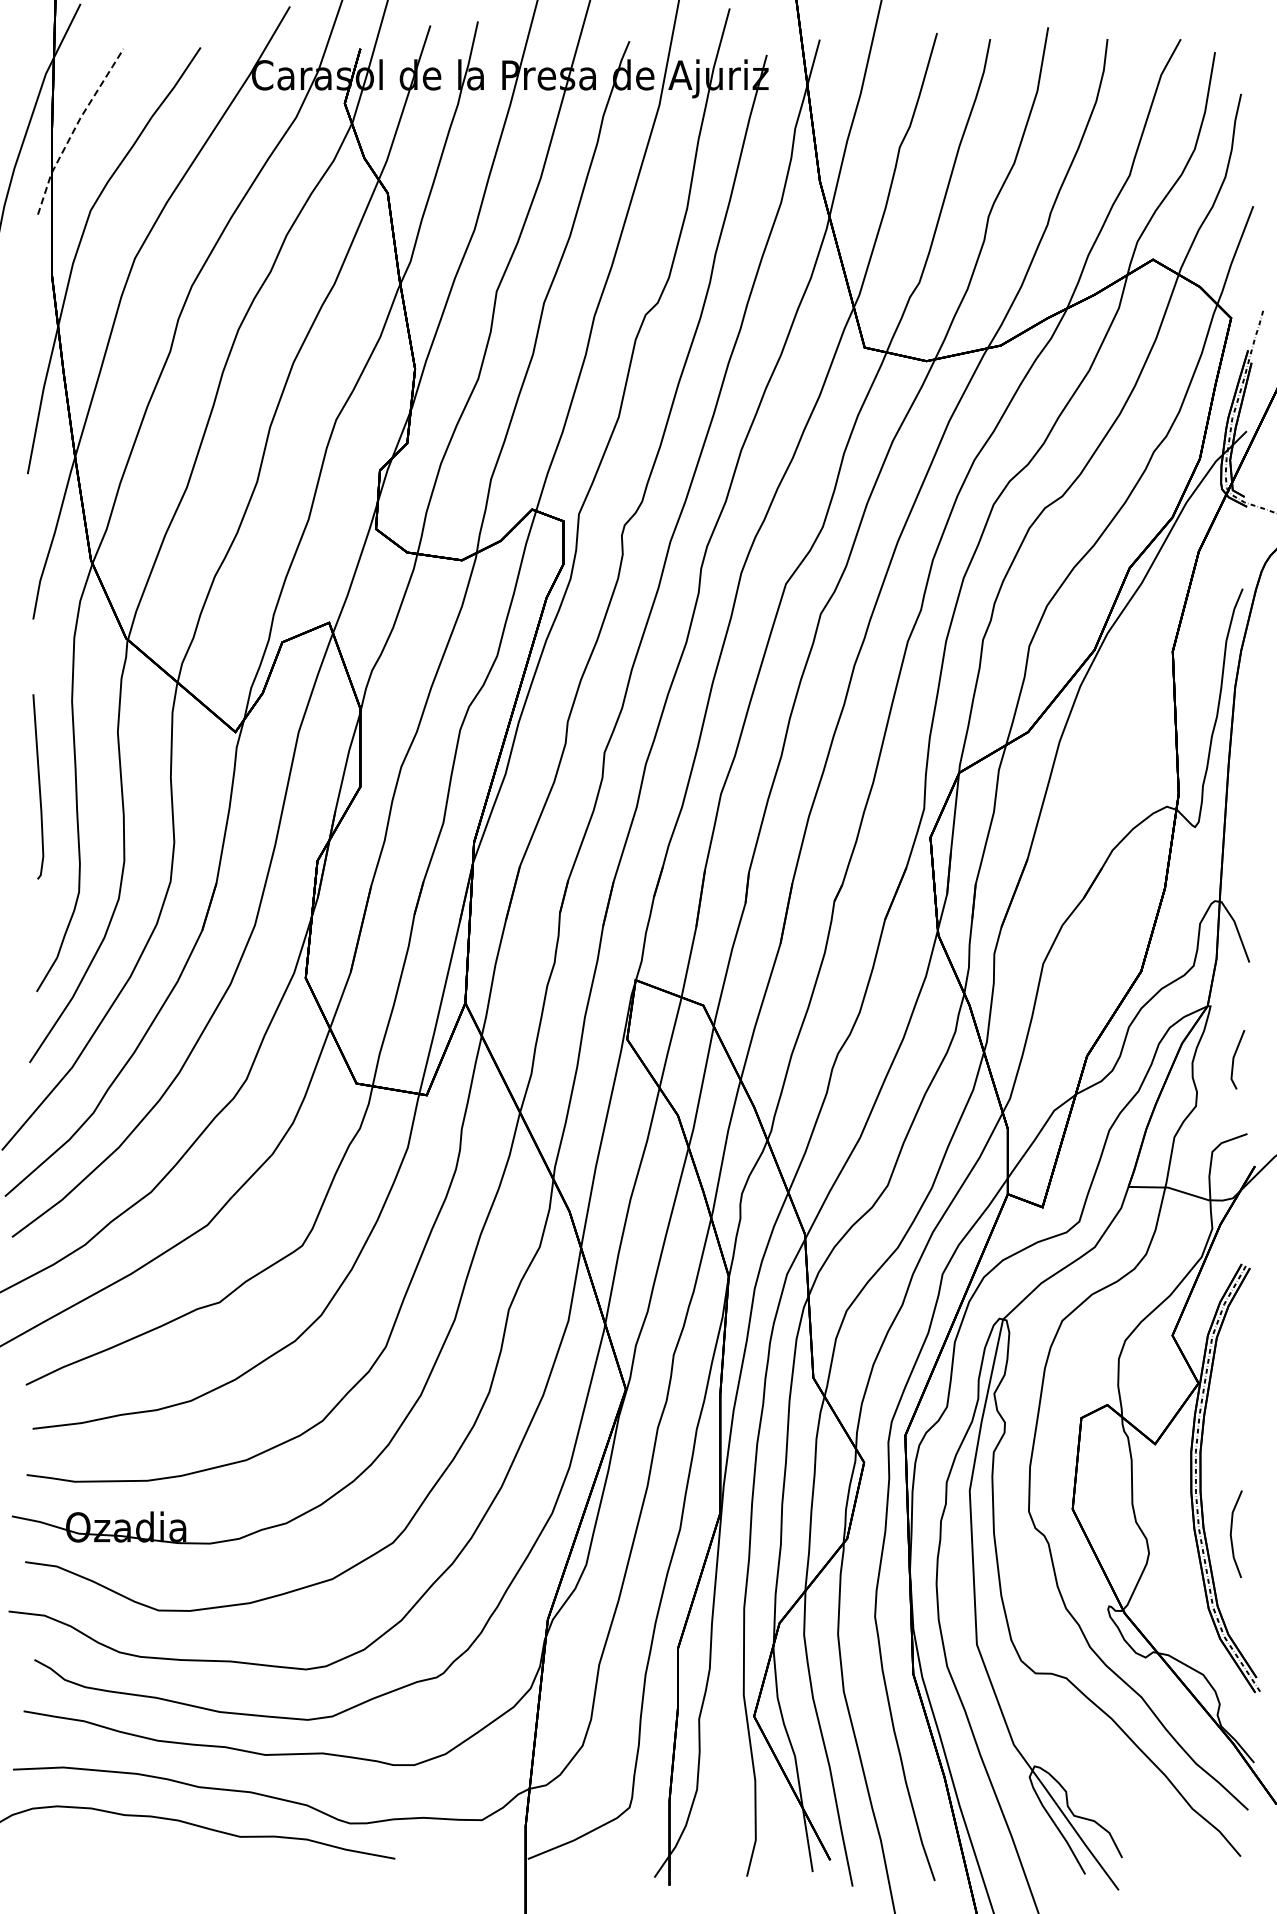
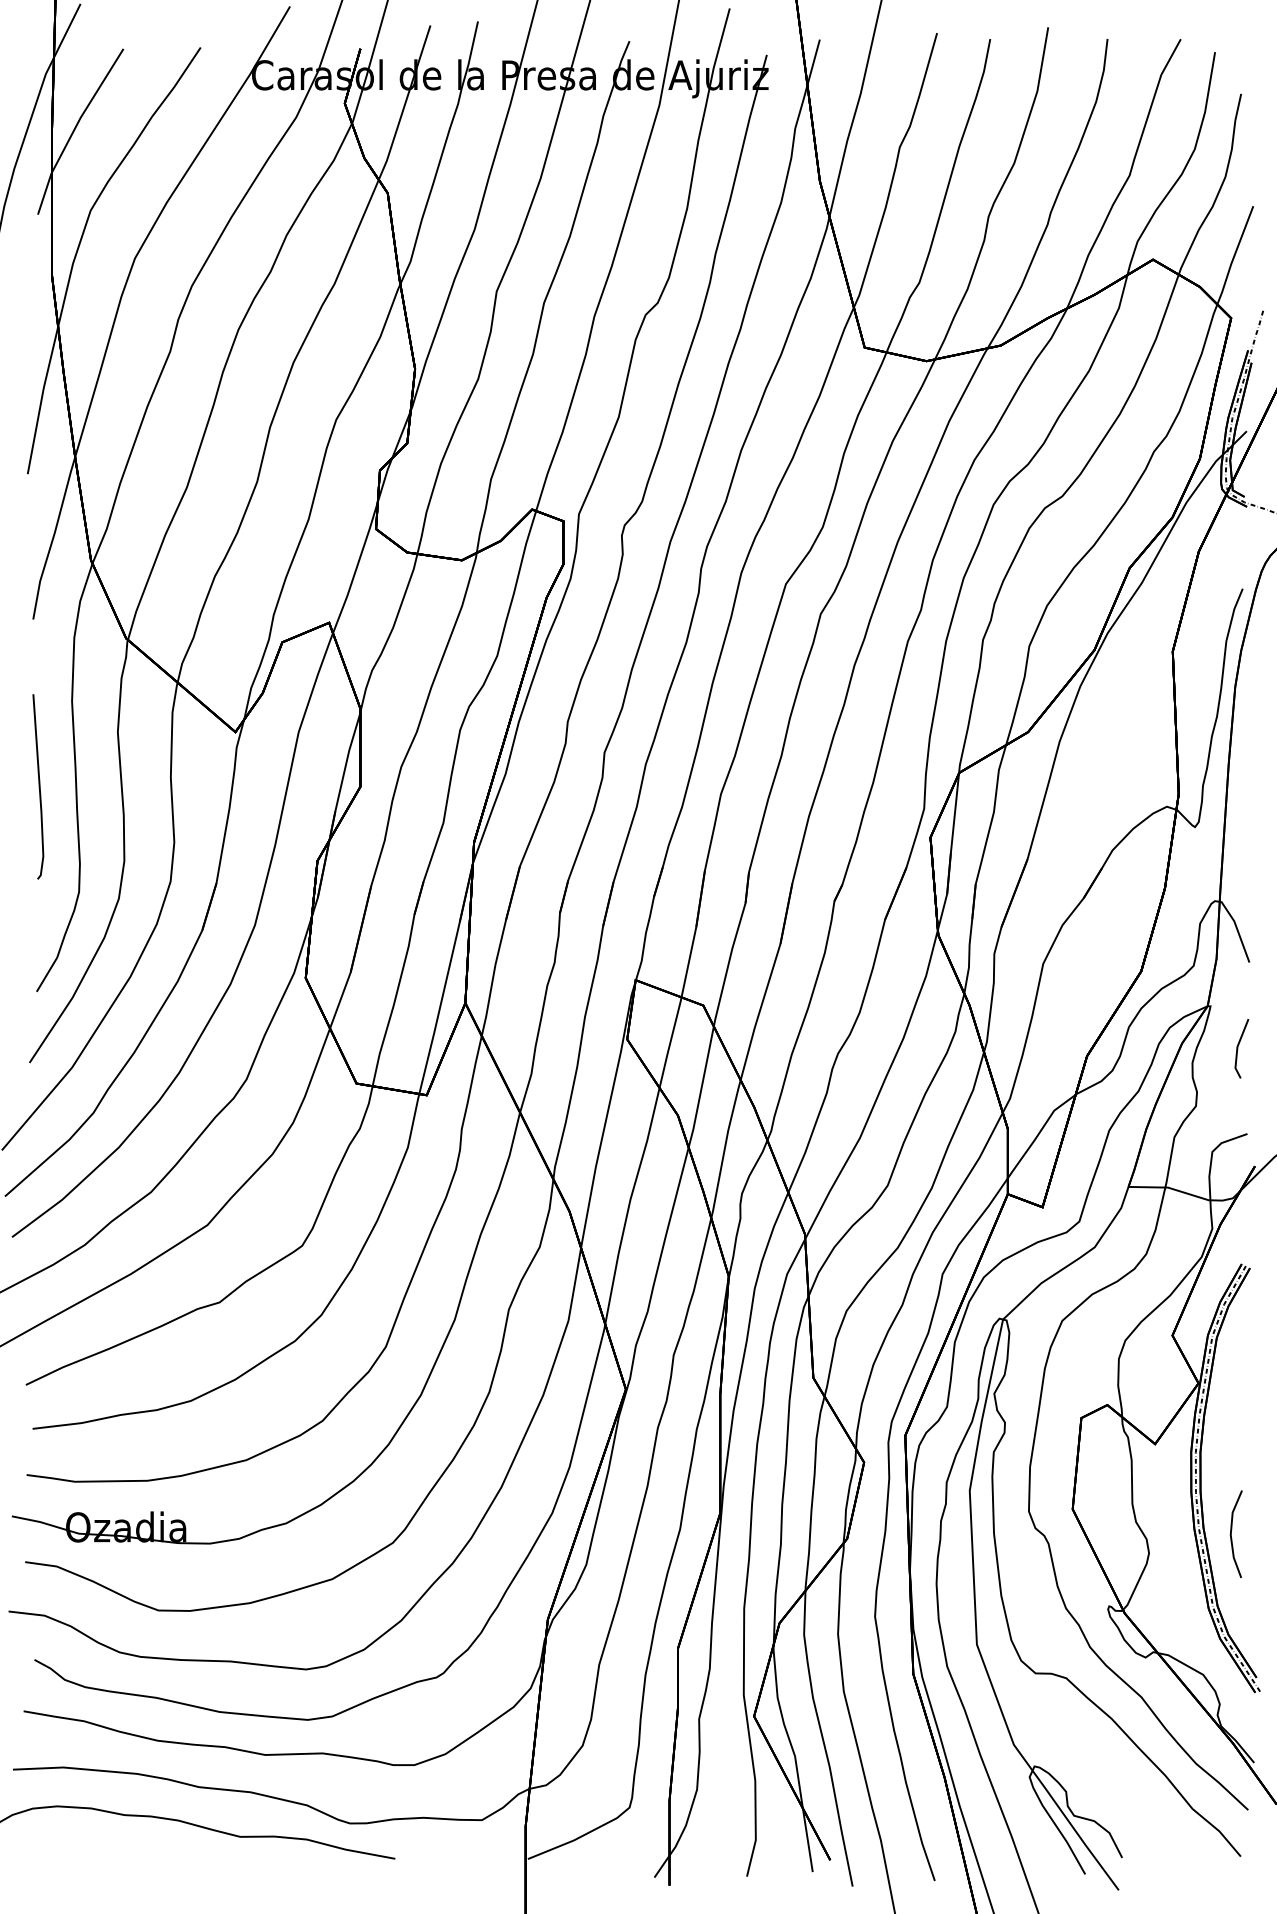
line at (74, 129): dashed -> solid
line at (1234, 1059) position: (1234, 1059) -> (1238, 1048)
